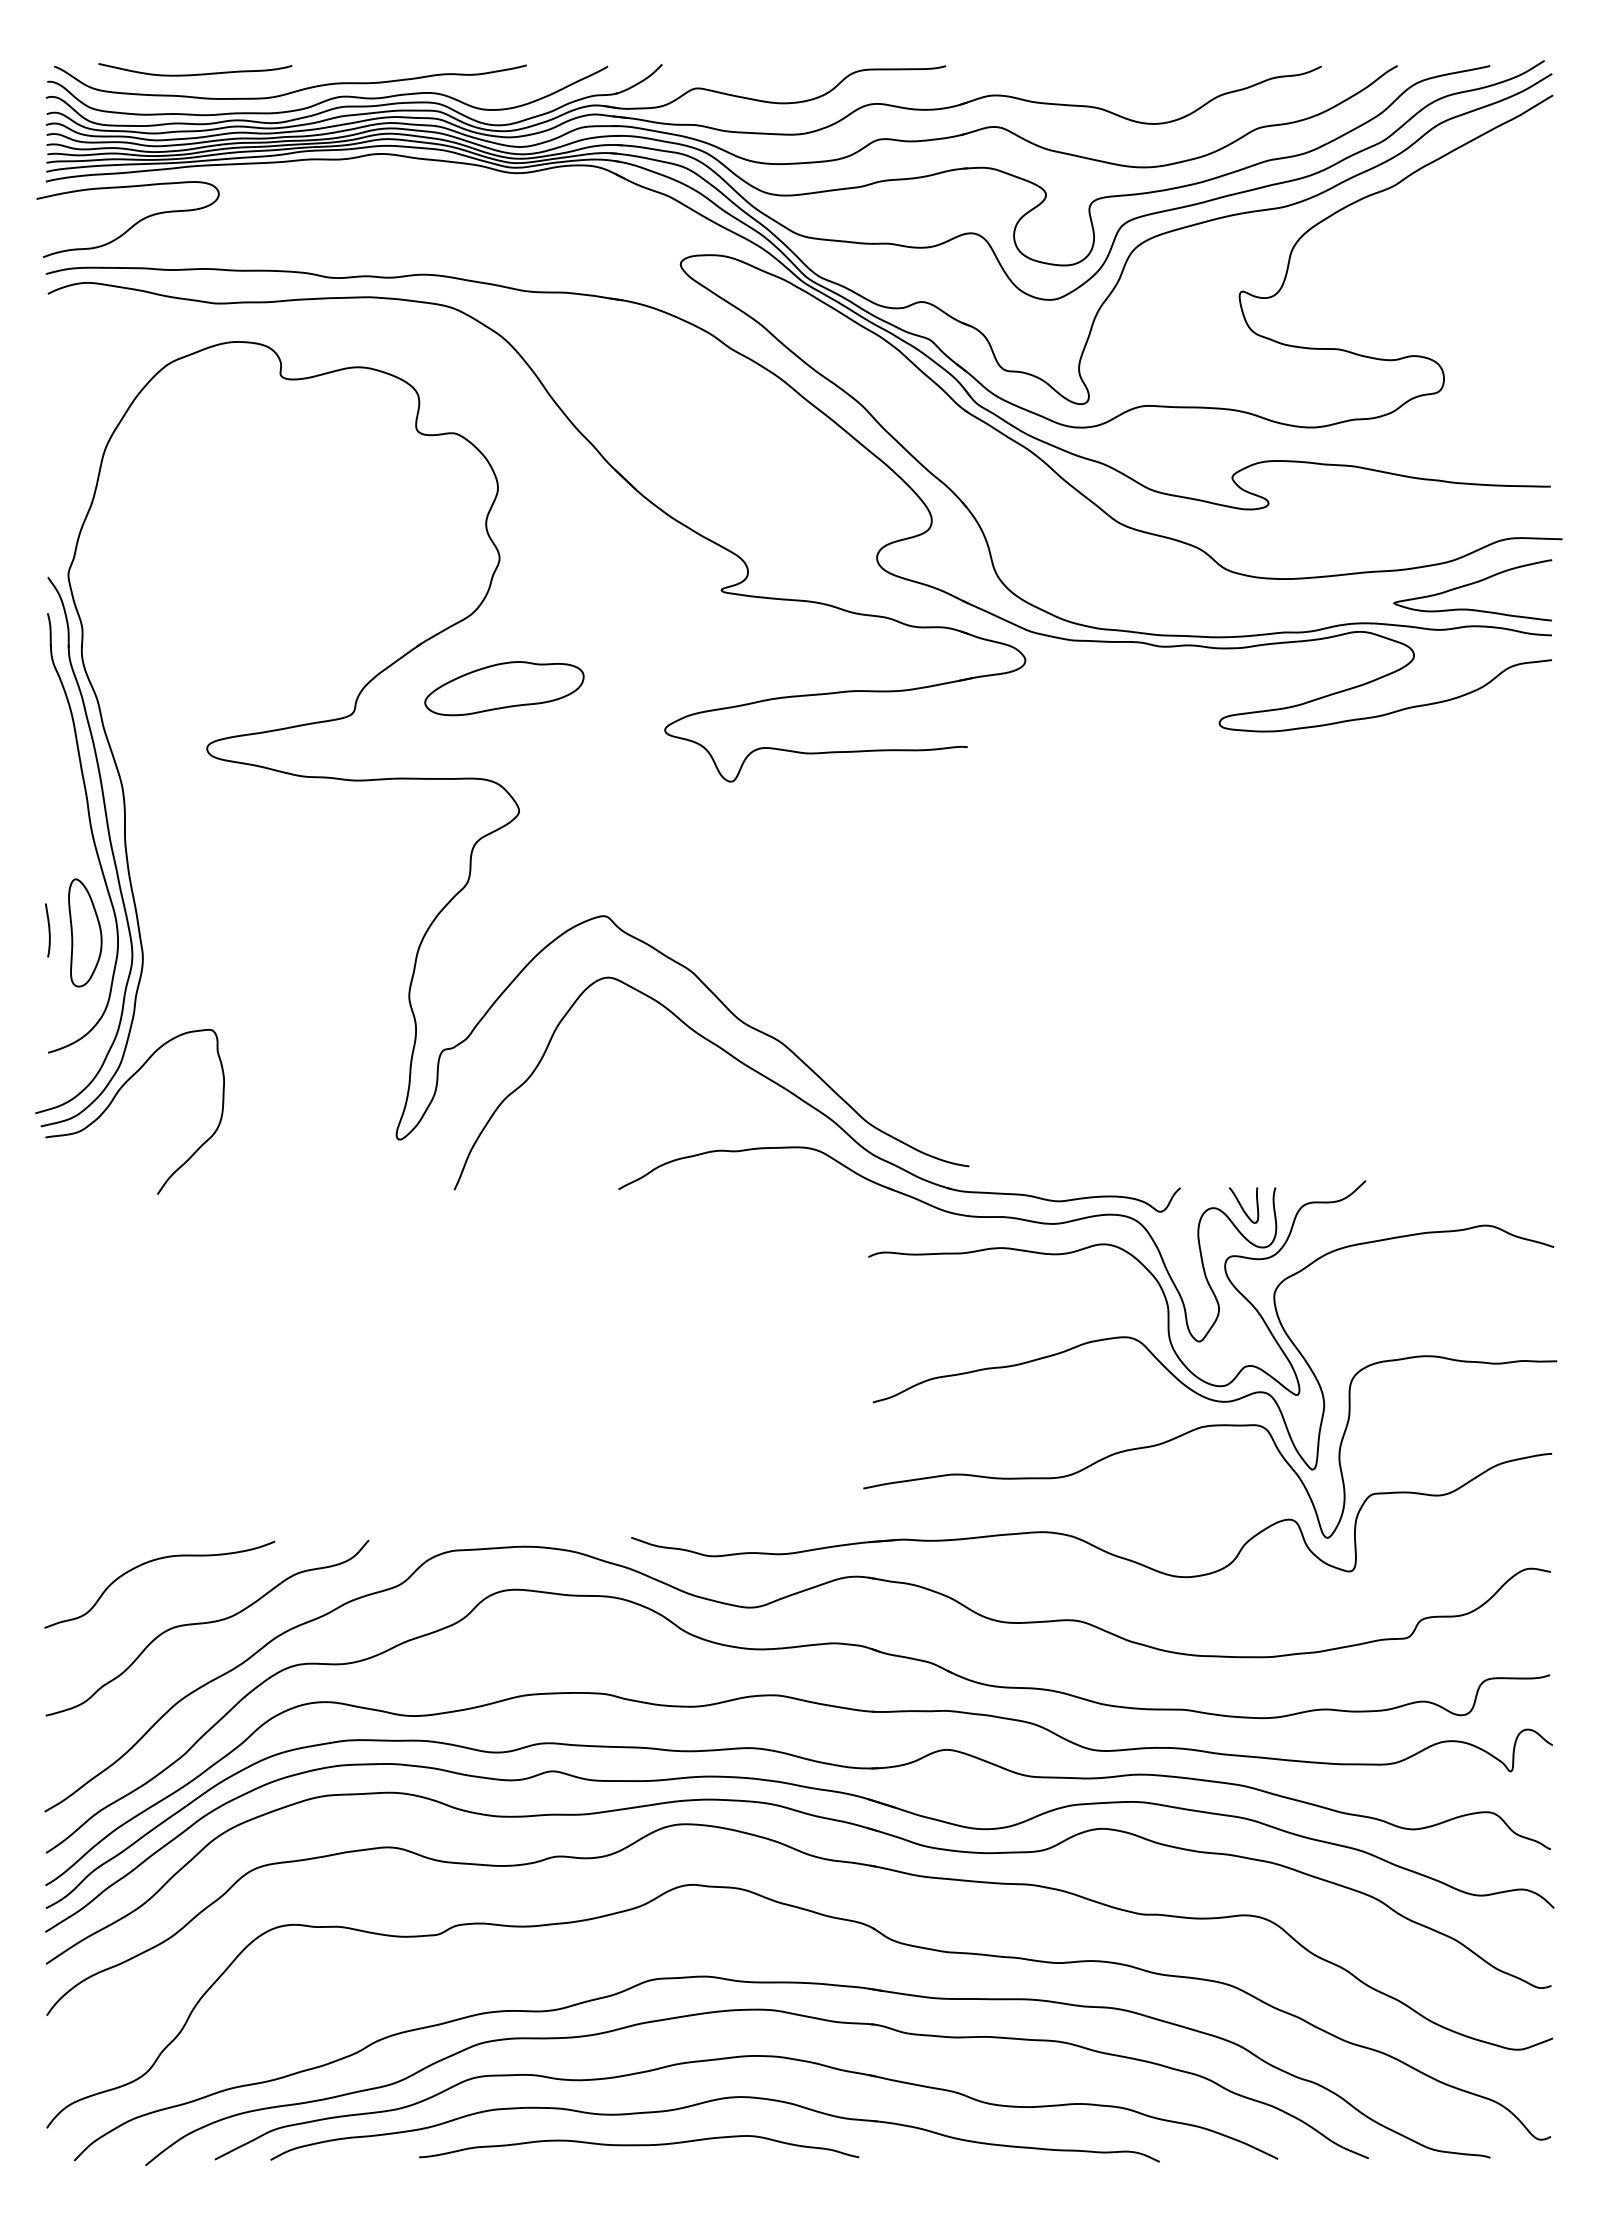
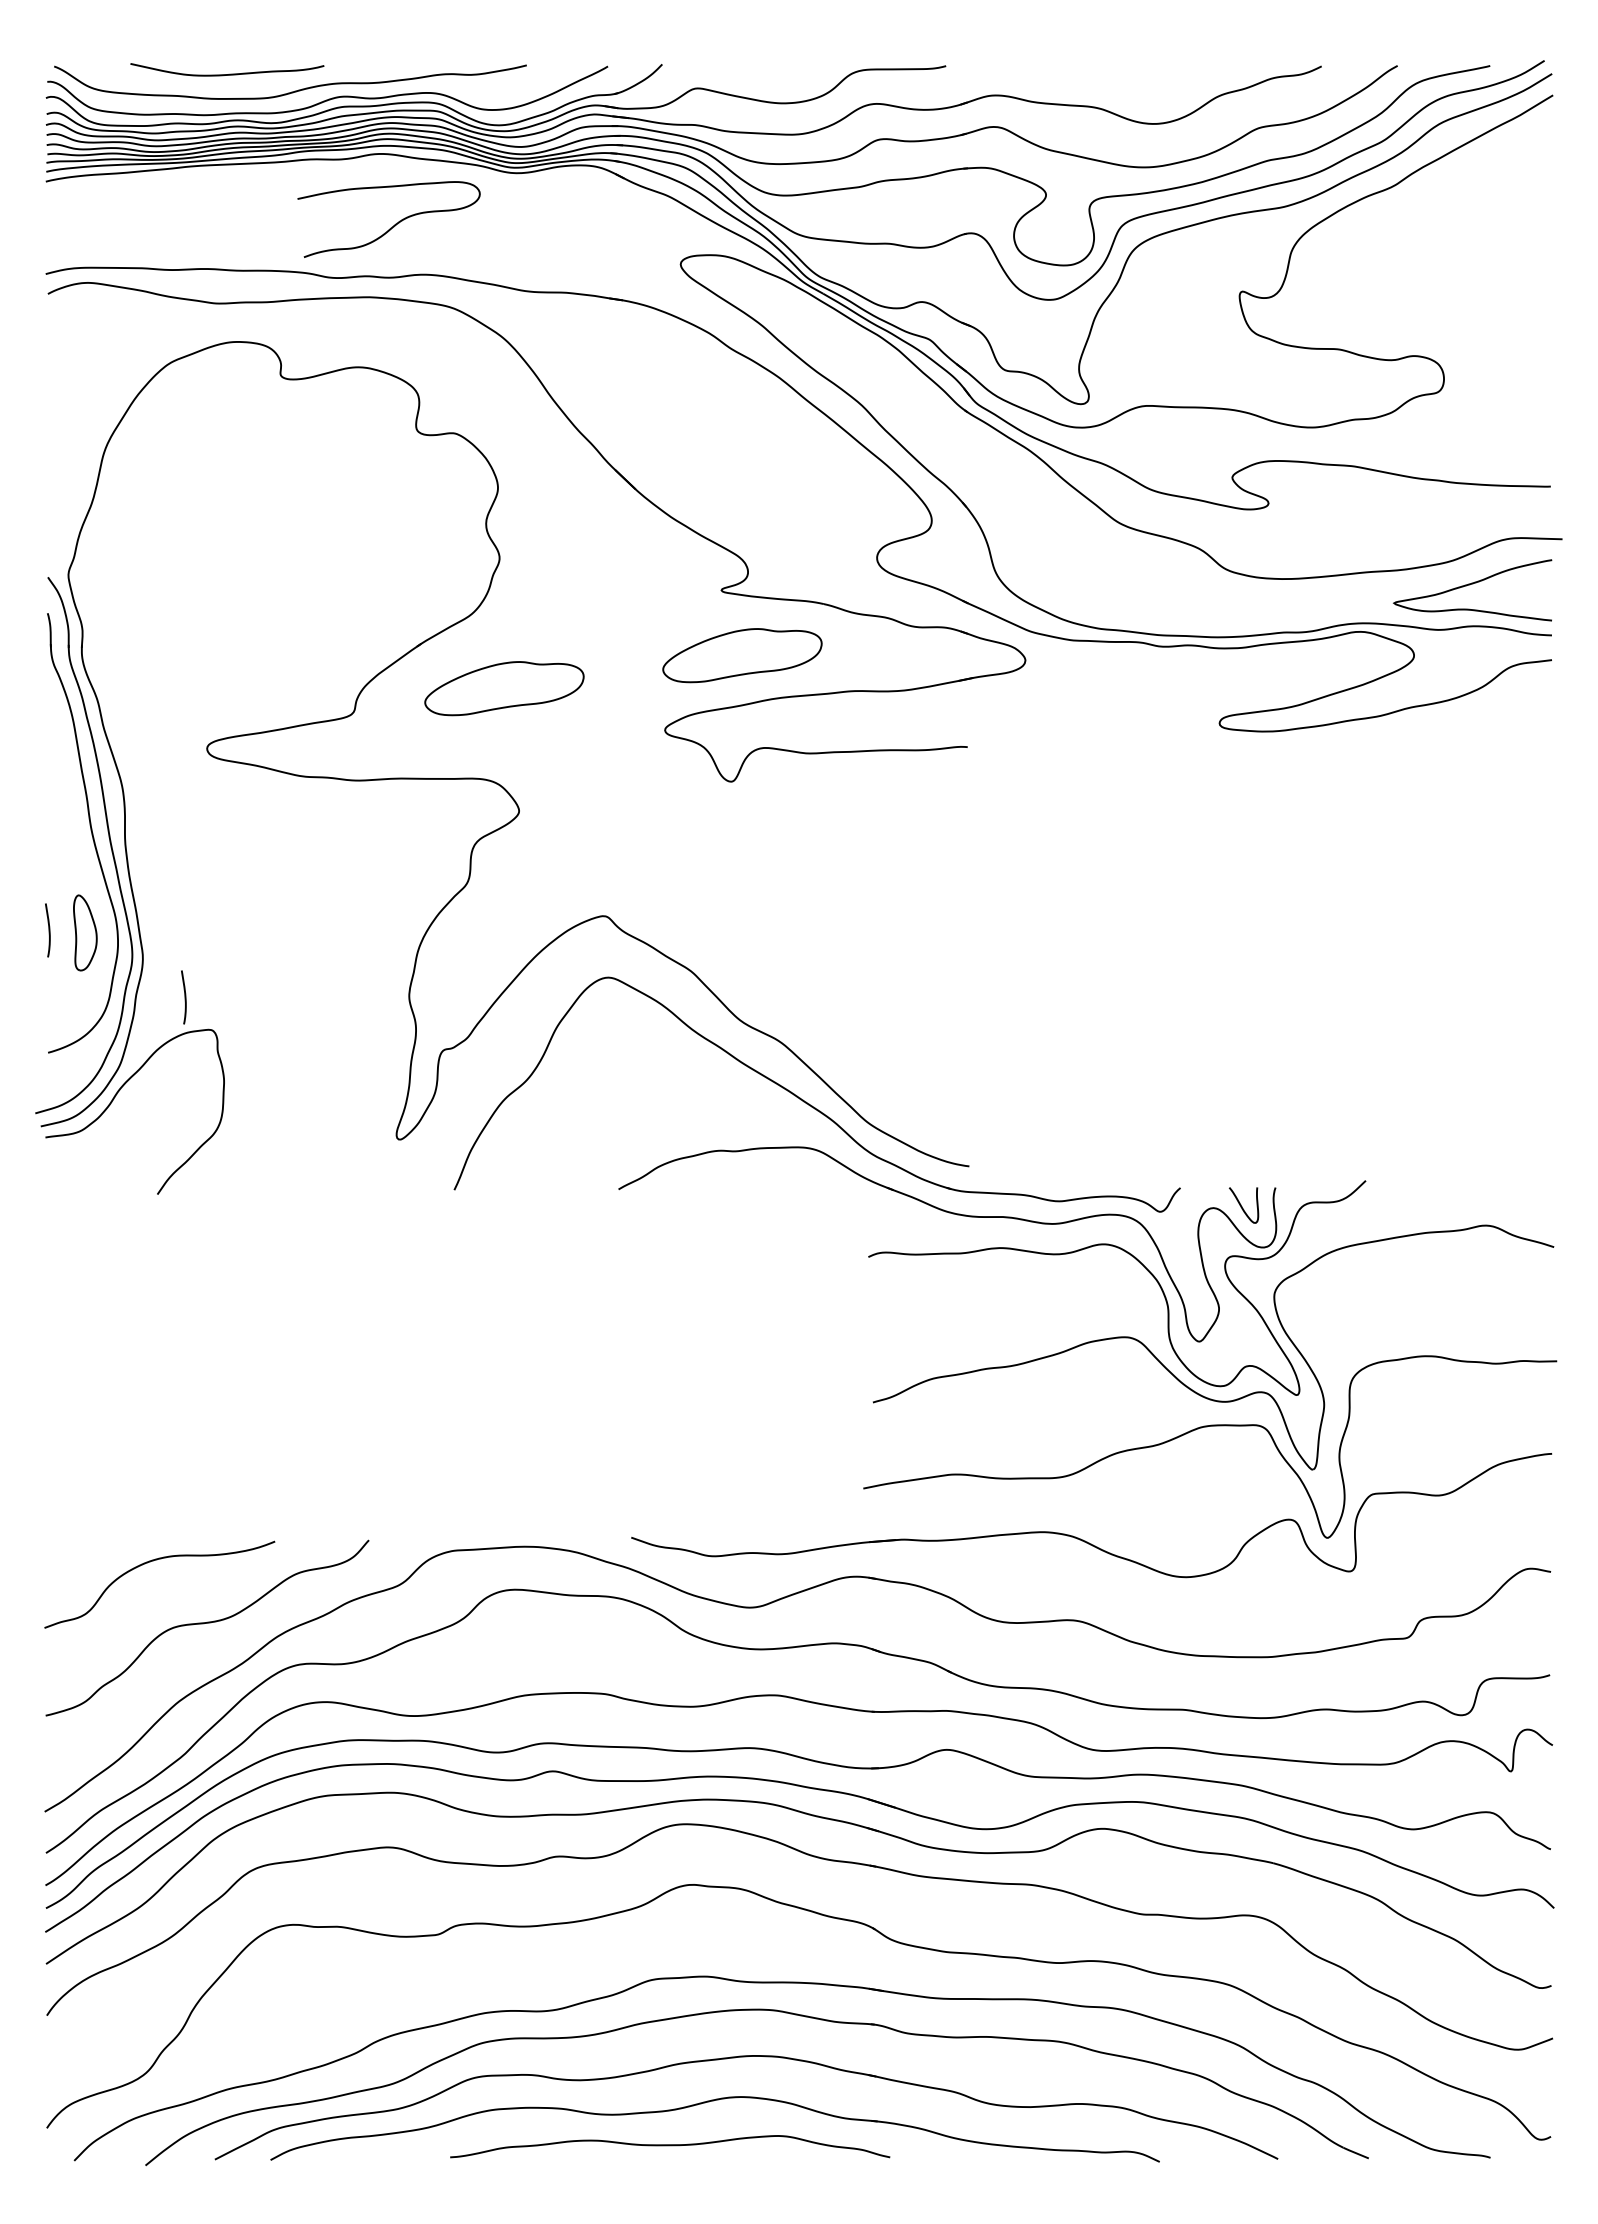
curve at (197, 73) position: (197, 73) -> (229, 73)
curve at (133, 224) position: (133, 224) -> (394, 224)
part at (742, 655): none -> present
part at (85, 932) size: 35x110 px -> 25x78 px
curve at (184, 997): none -> present
curve at (639, 2146) position: (639, 2146) -> (670, 2146)
